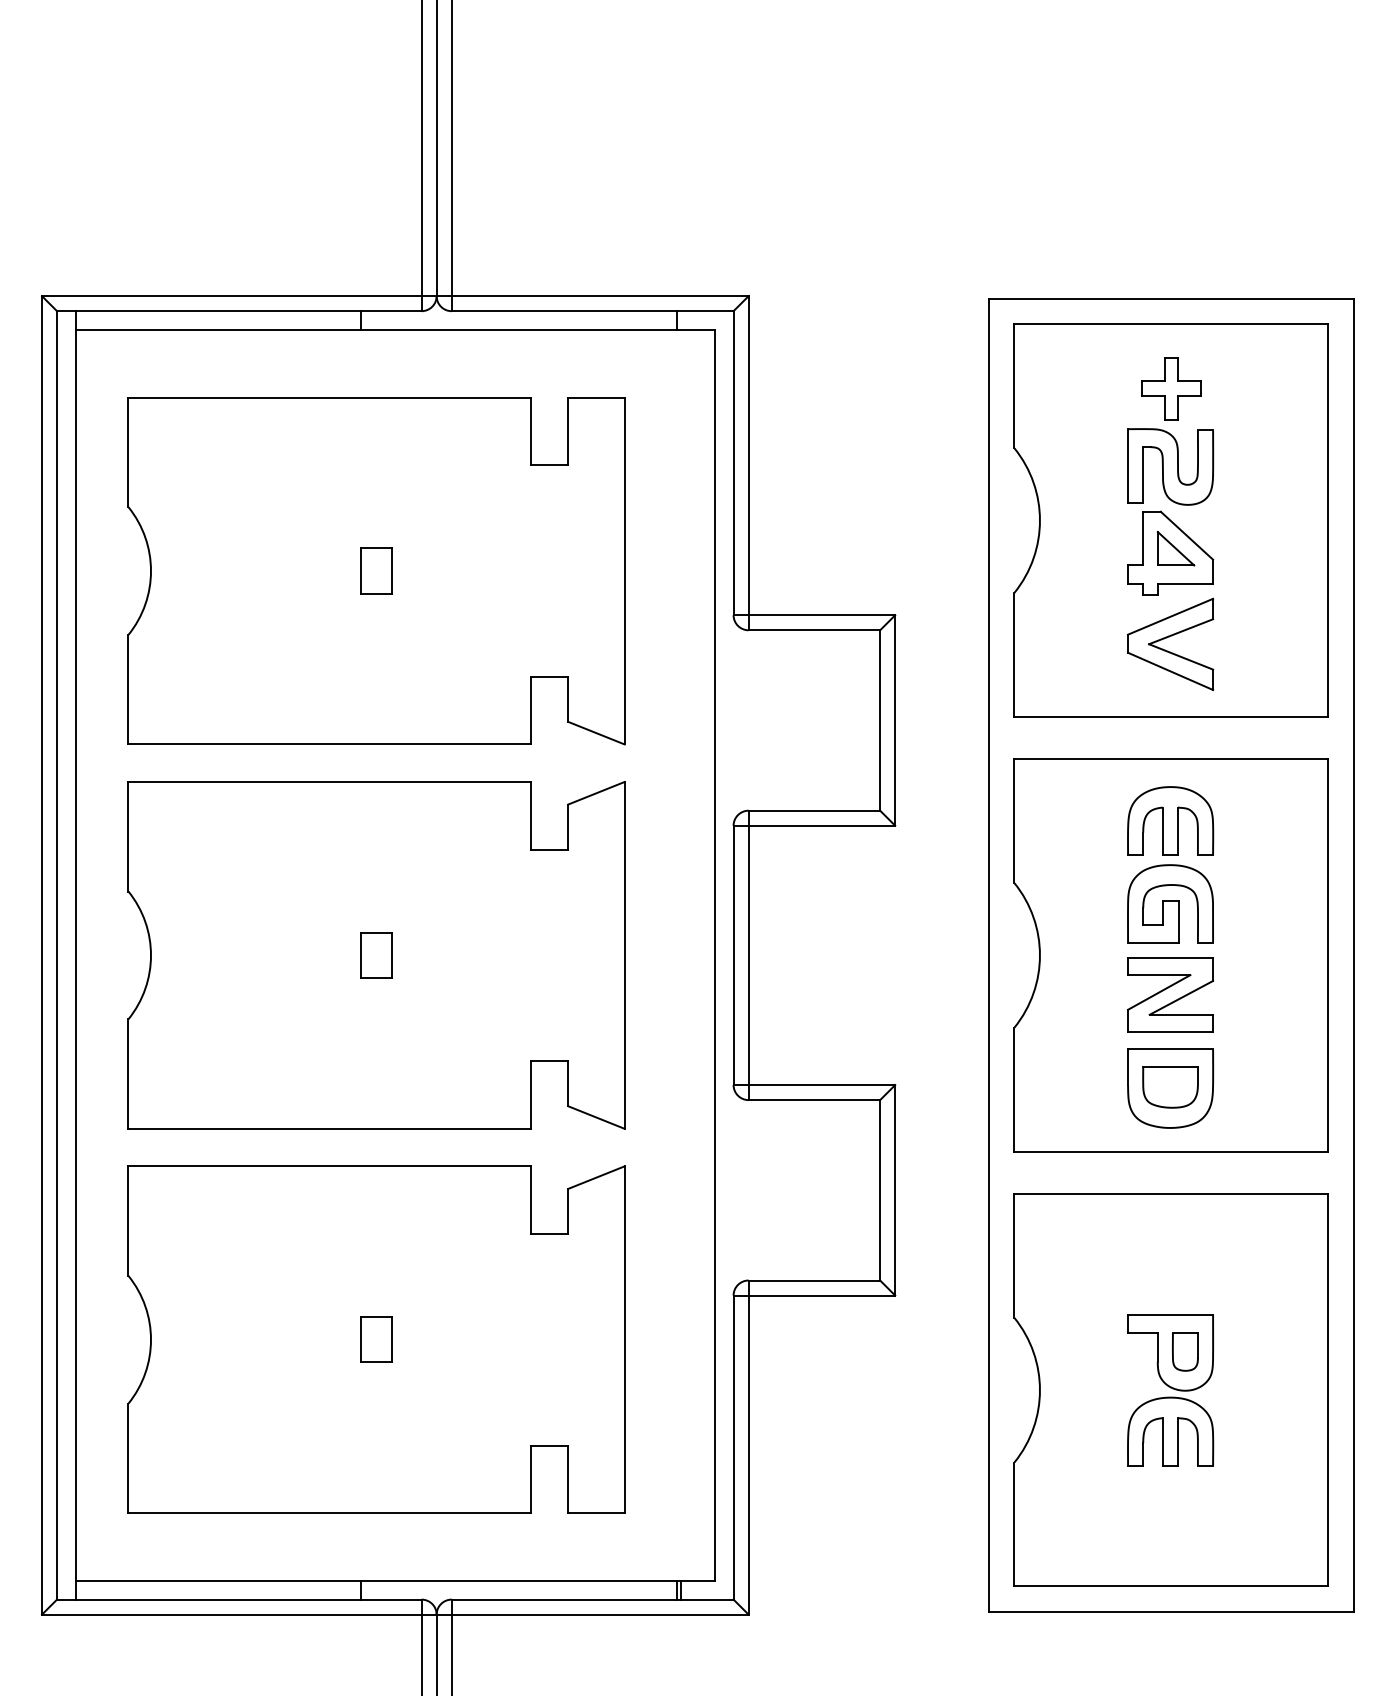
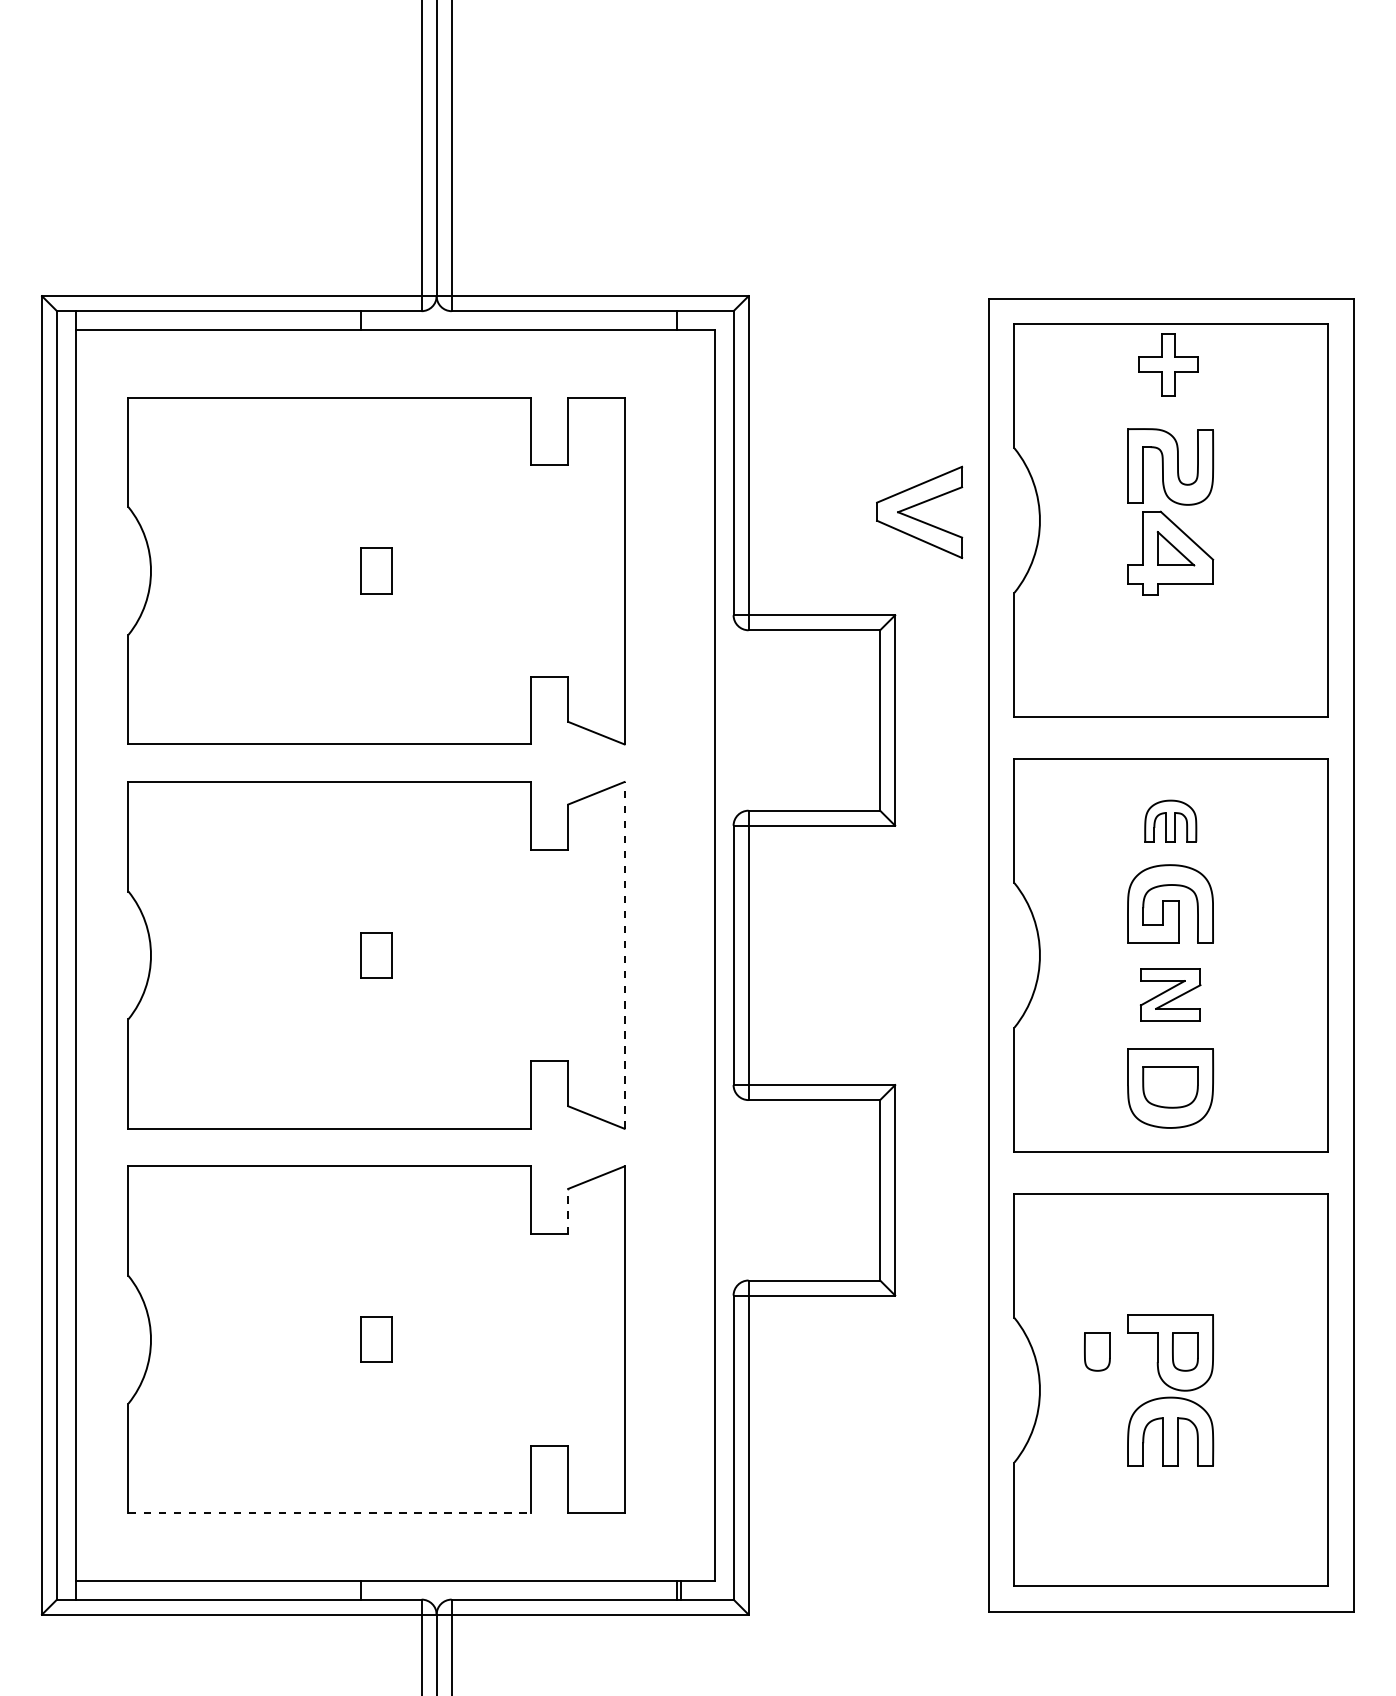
part at (1171, 388) position: (1171, 388) -> (1168, 364)
part at (1169, 637) position: (1169, 637) -> (918, 505)
part at (1170, 820) size: 88x70 px -> 54x44 px
line at (624, 954): solid -> dashed
part at (1170, 994) size: 88x76 px -> 62x54 px
line at (568, 1211): solid -> dashed
part at (1097, 1351): none -> present
line at (330, 1513): solid -> dashed
